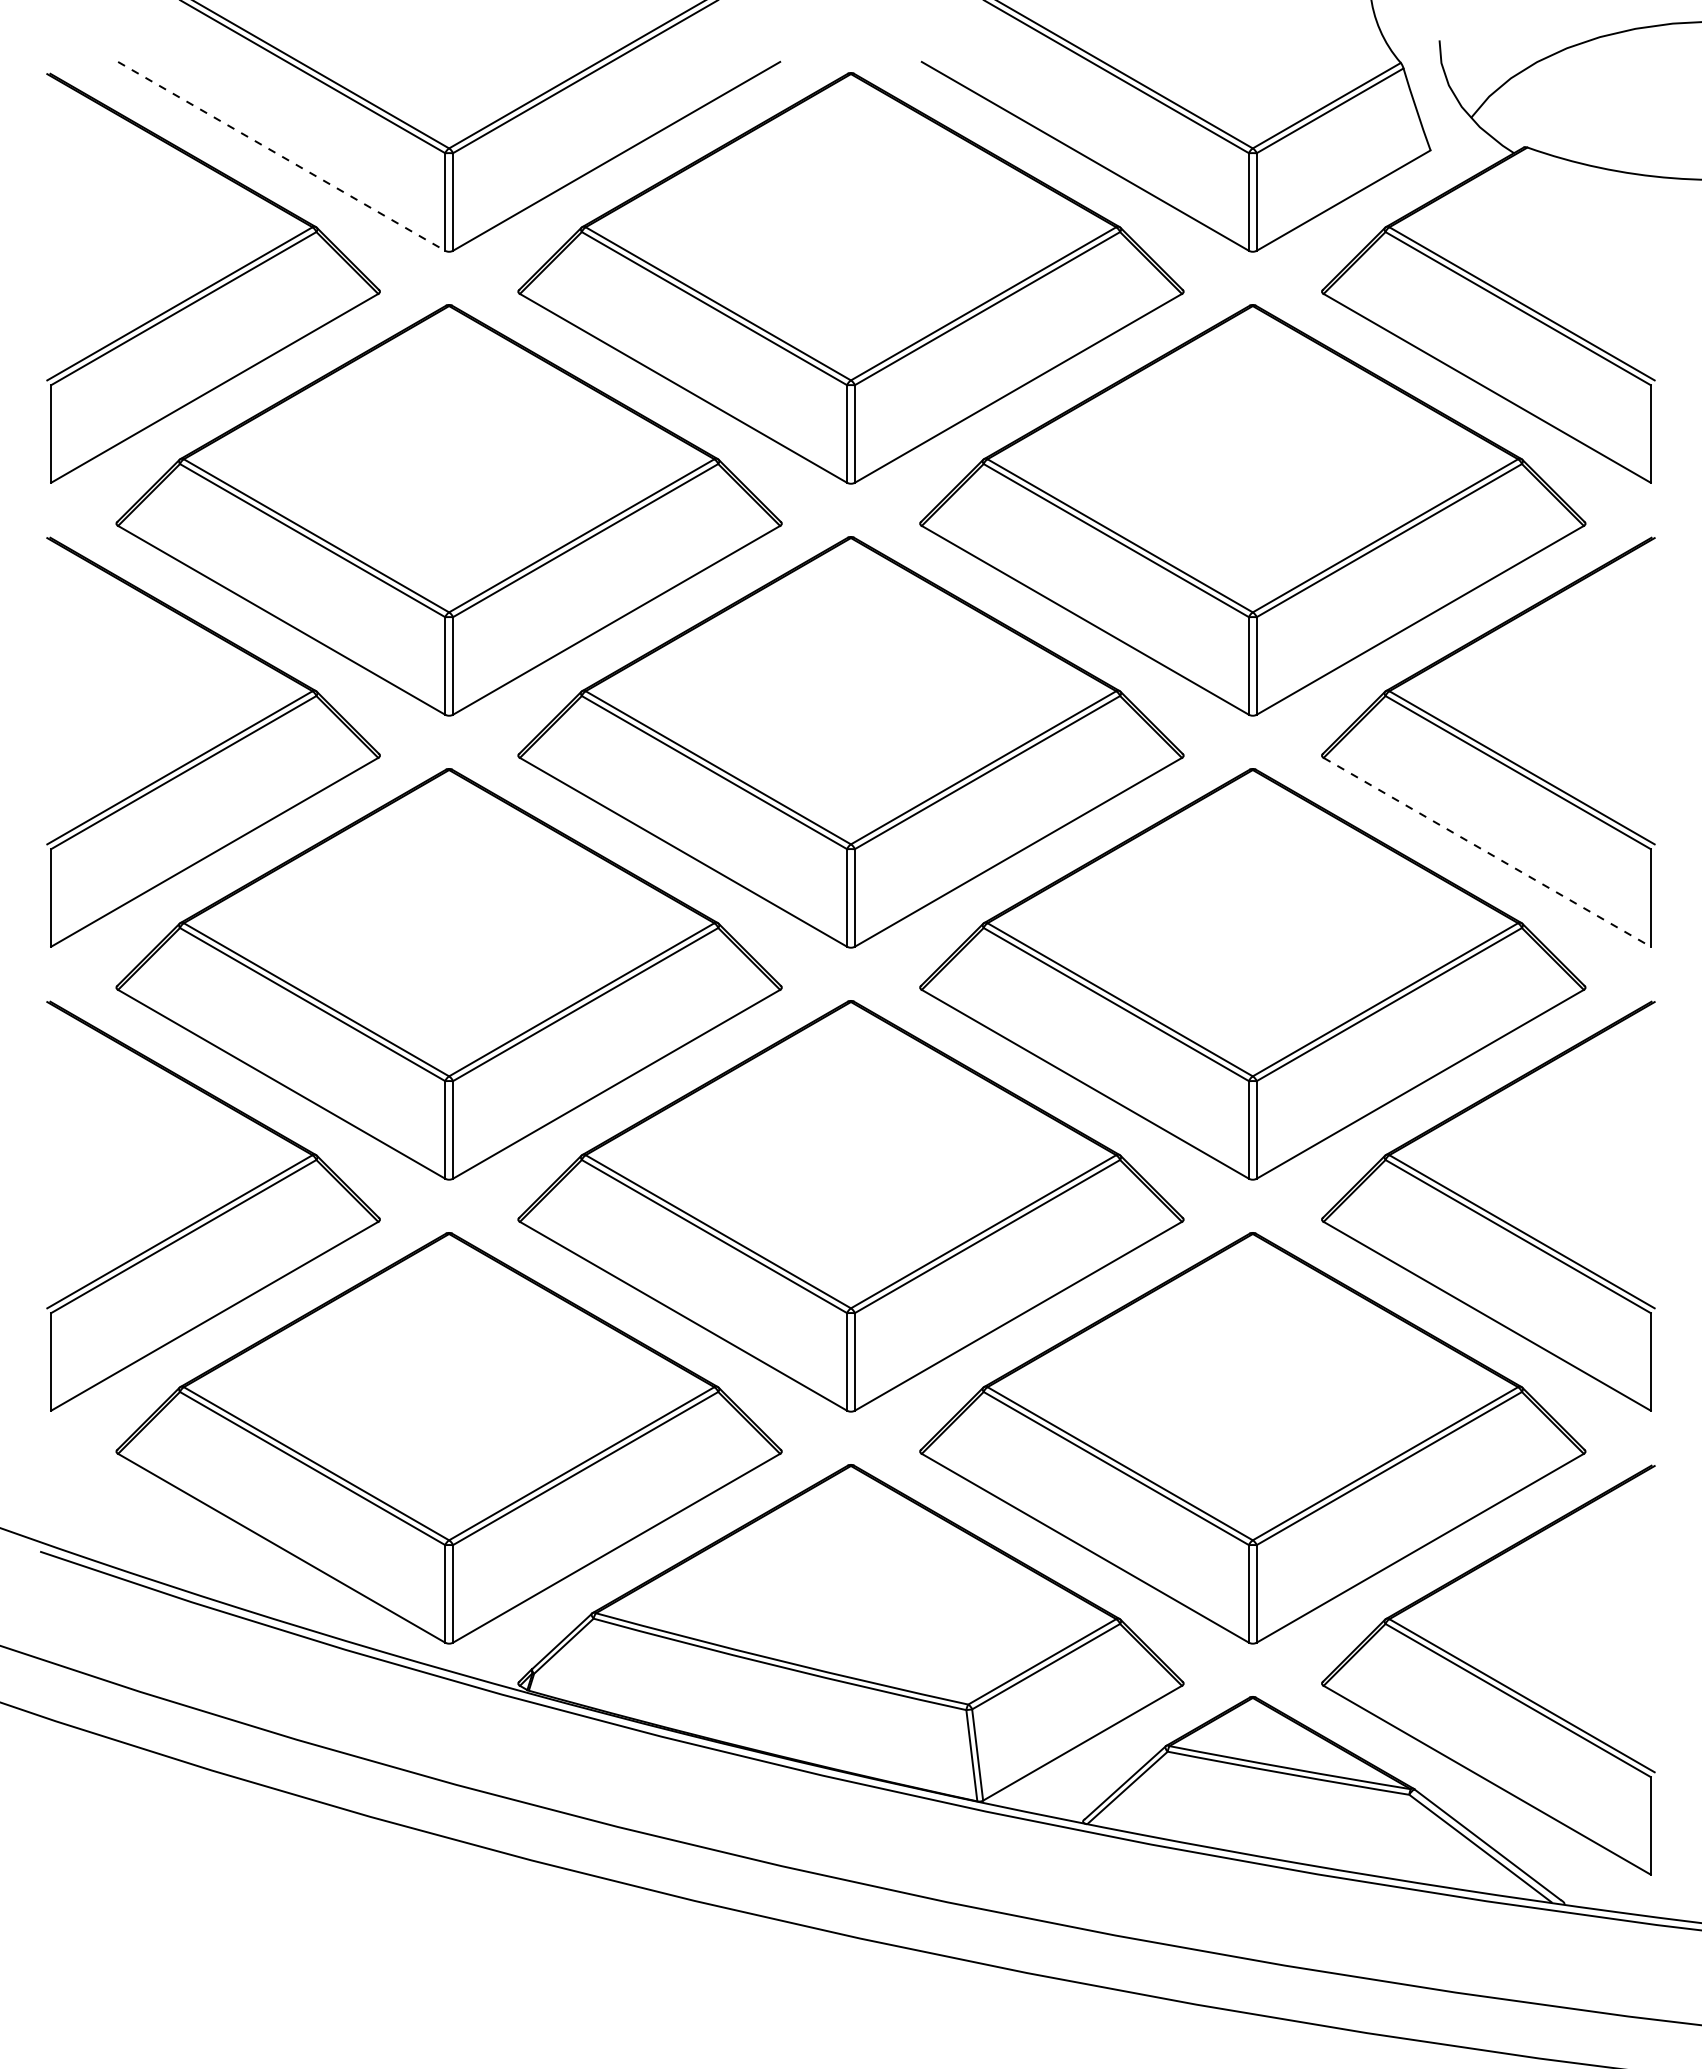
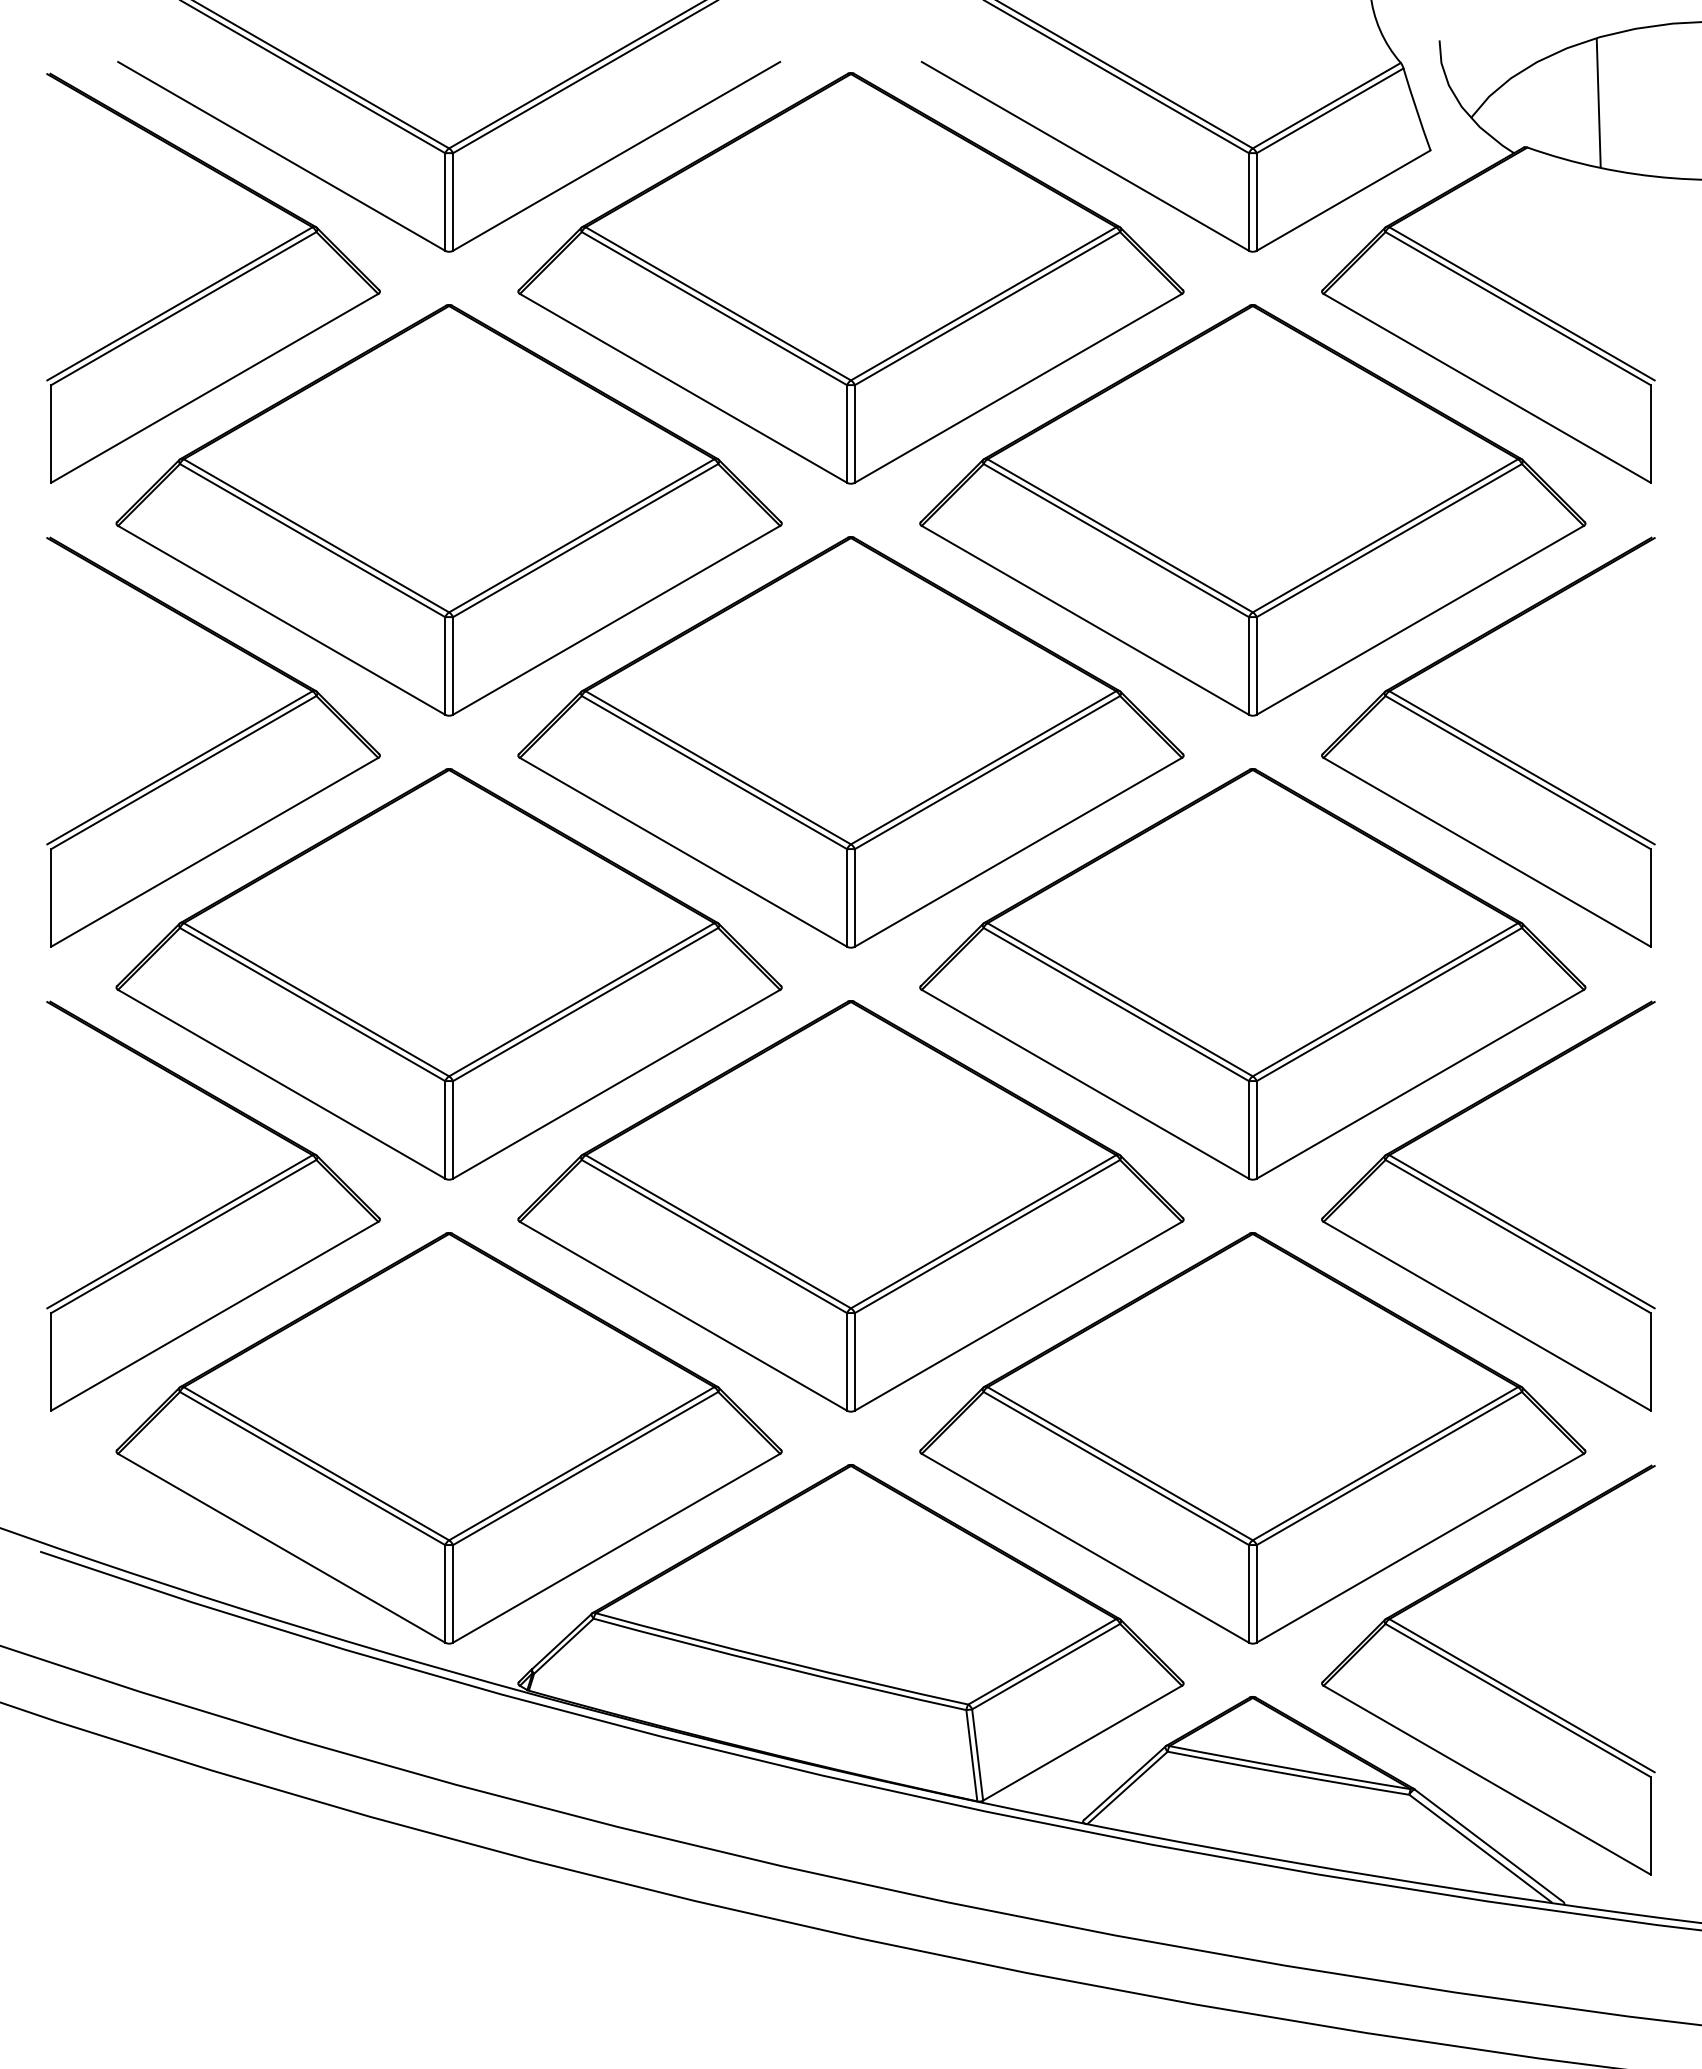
line at (1598, 102): none -> present
line at (281, 156): dashed -> solid
line at (1487, 852): dashed -> solid
